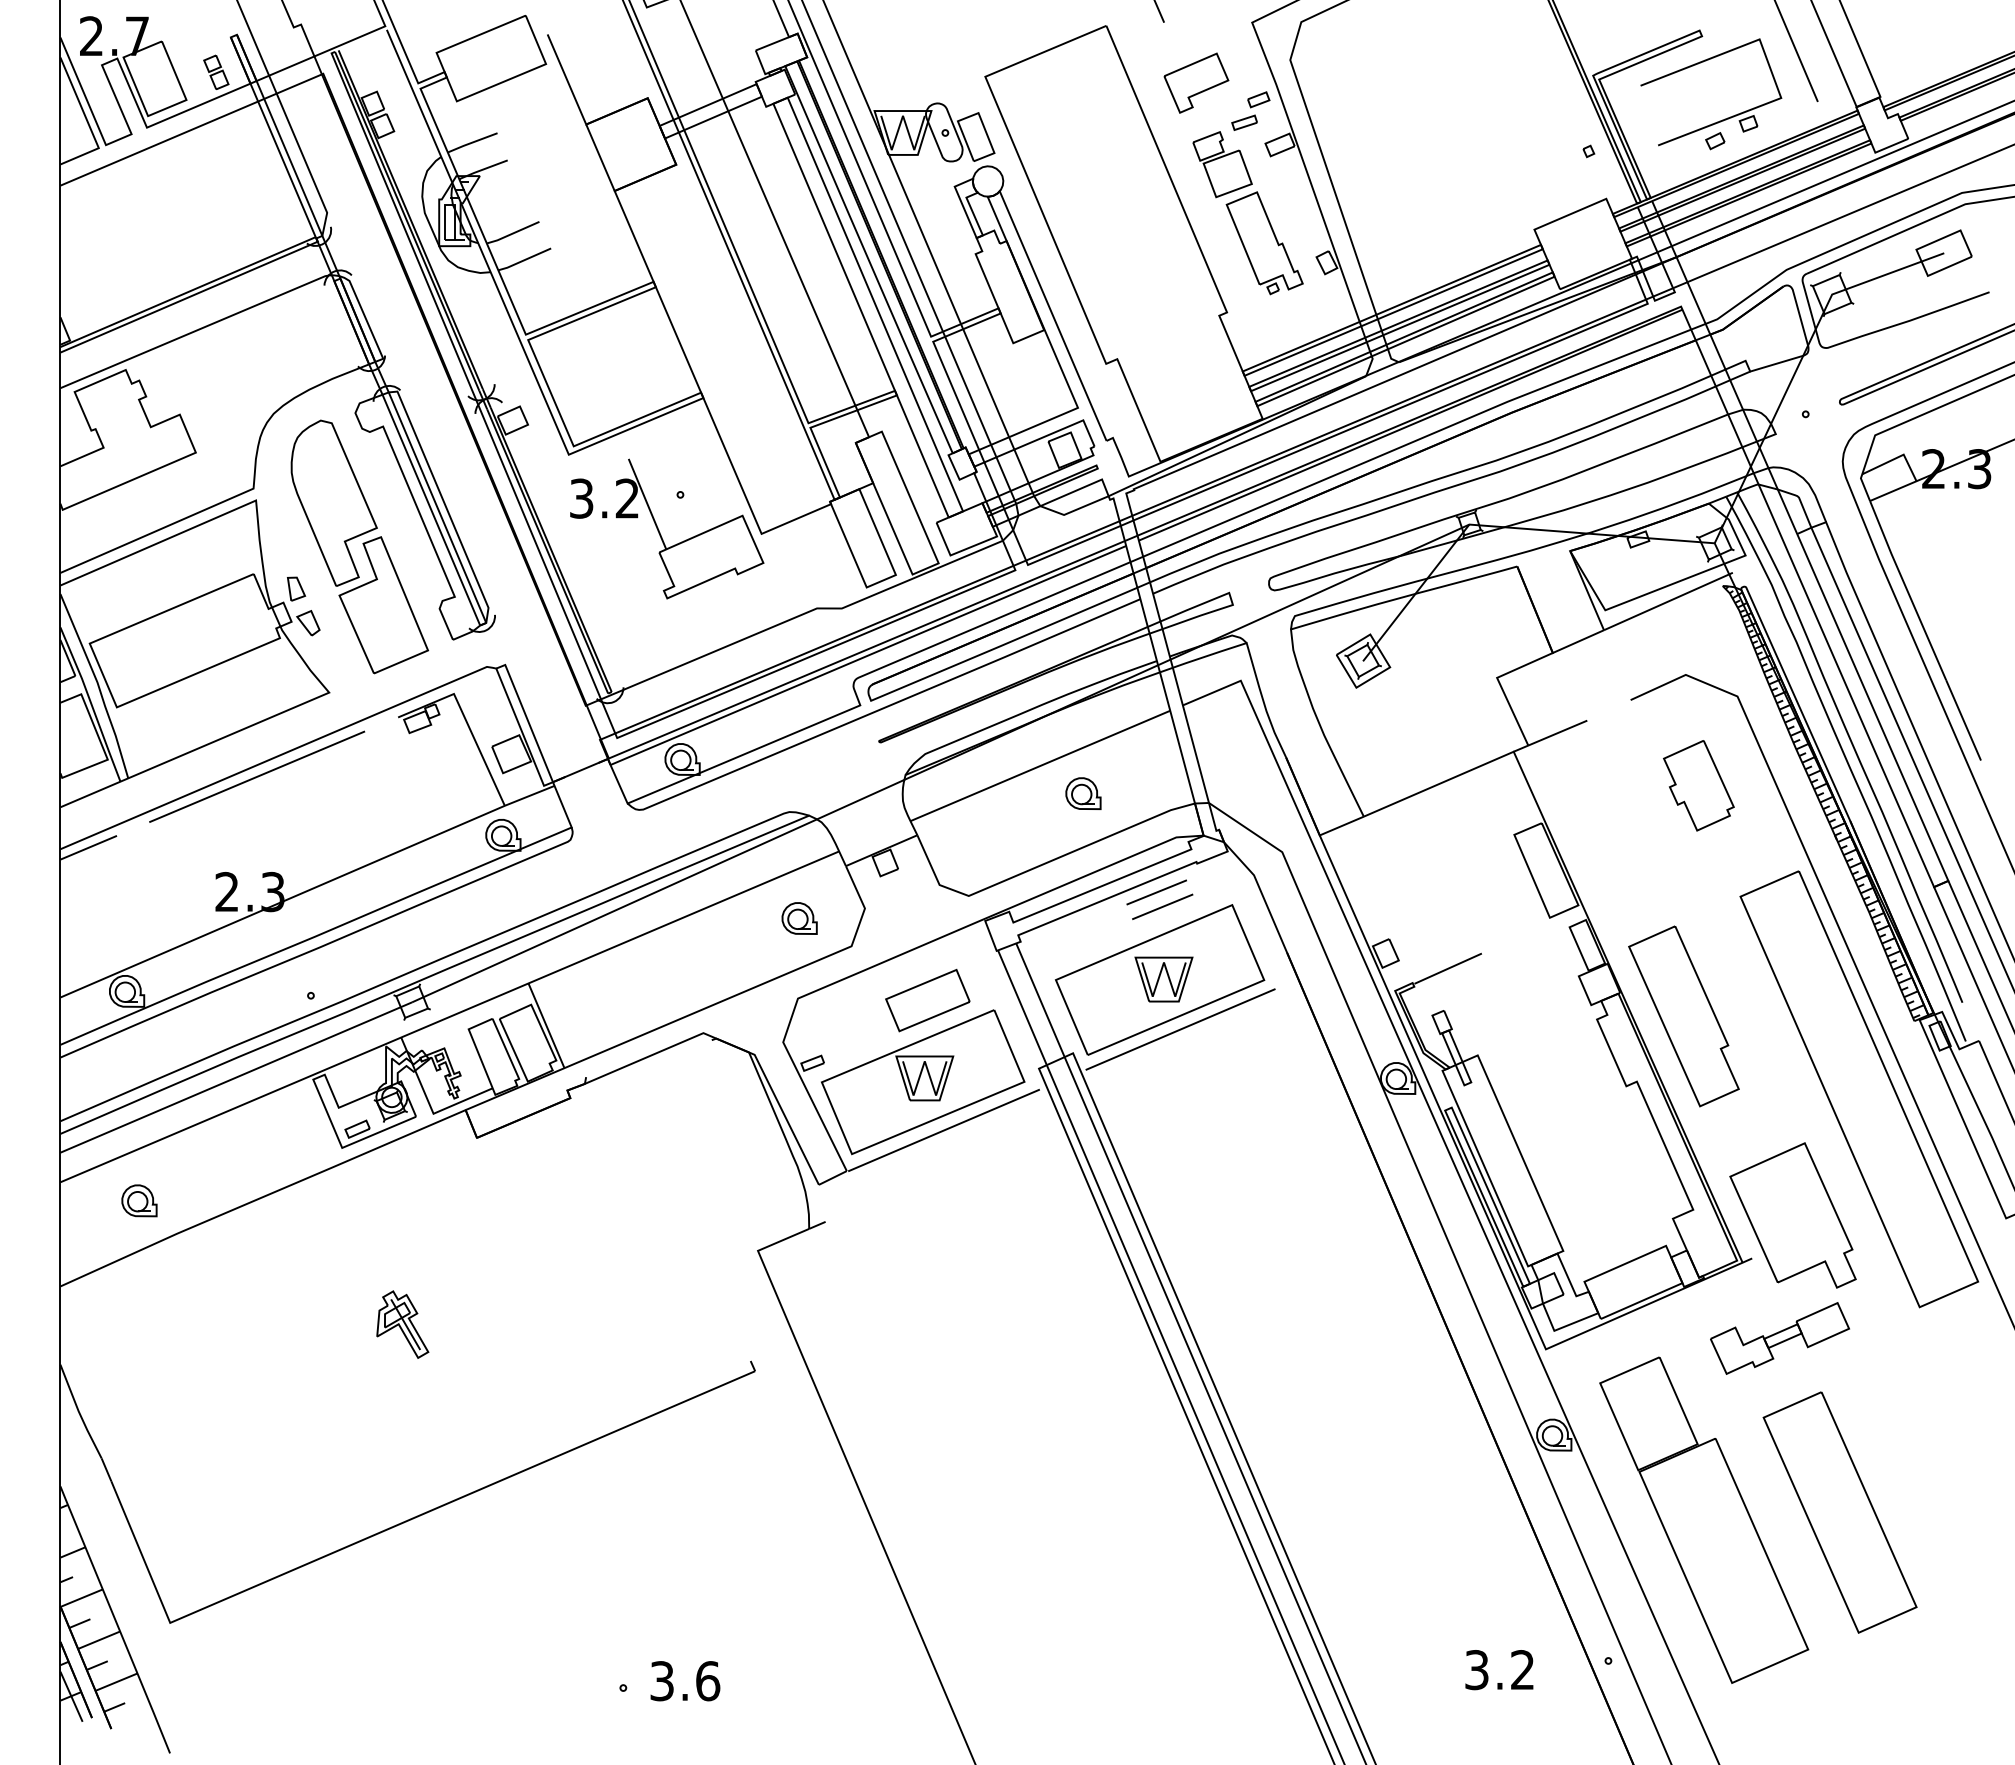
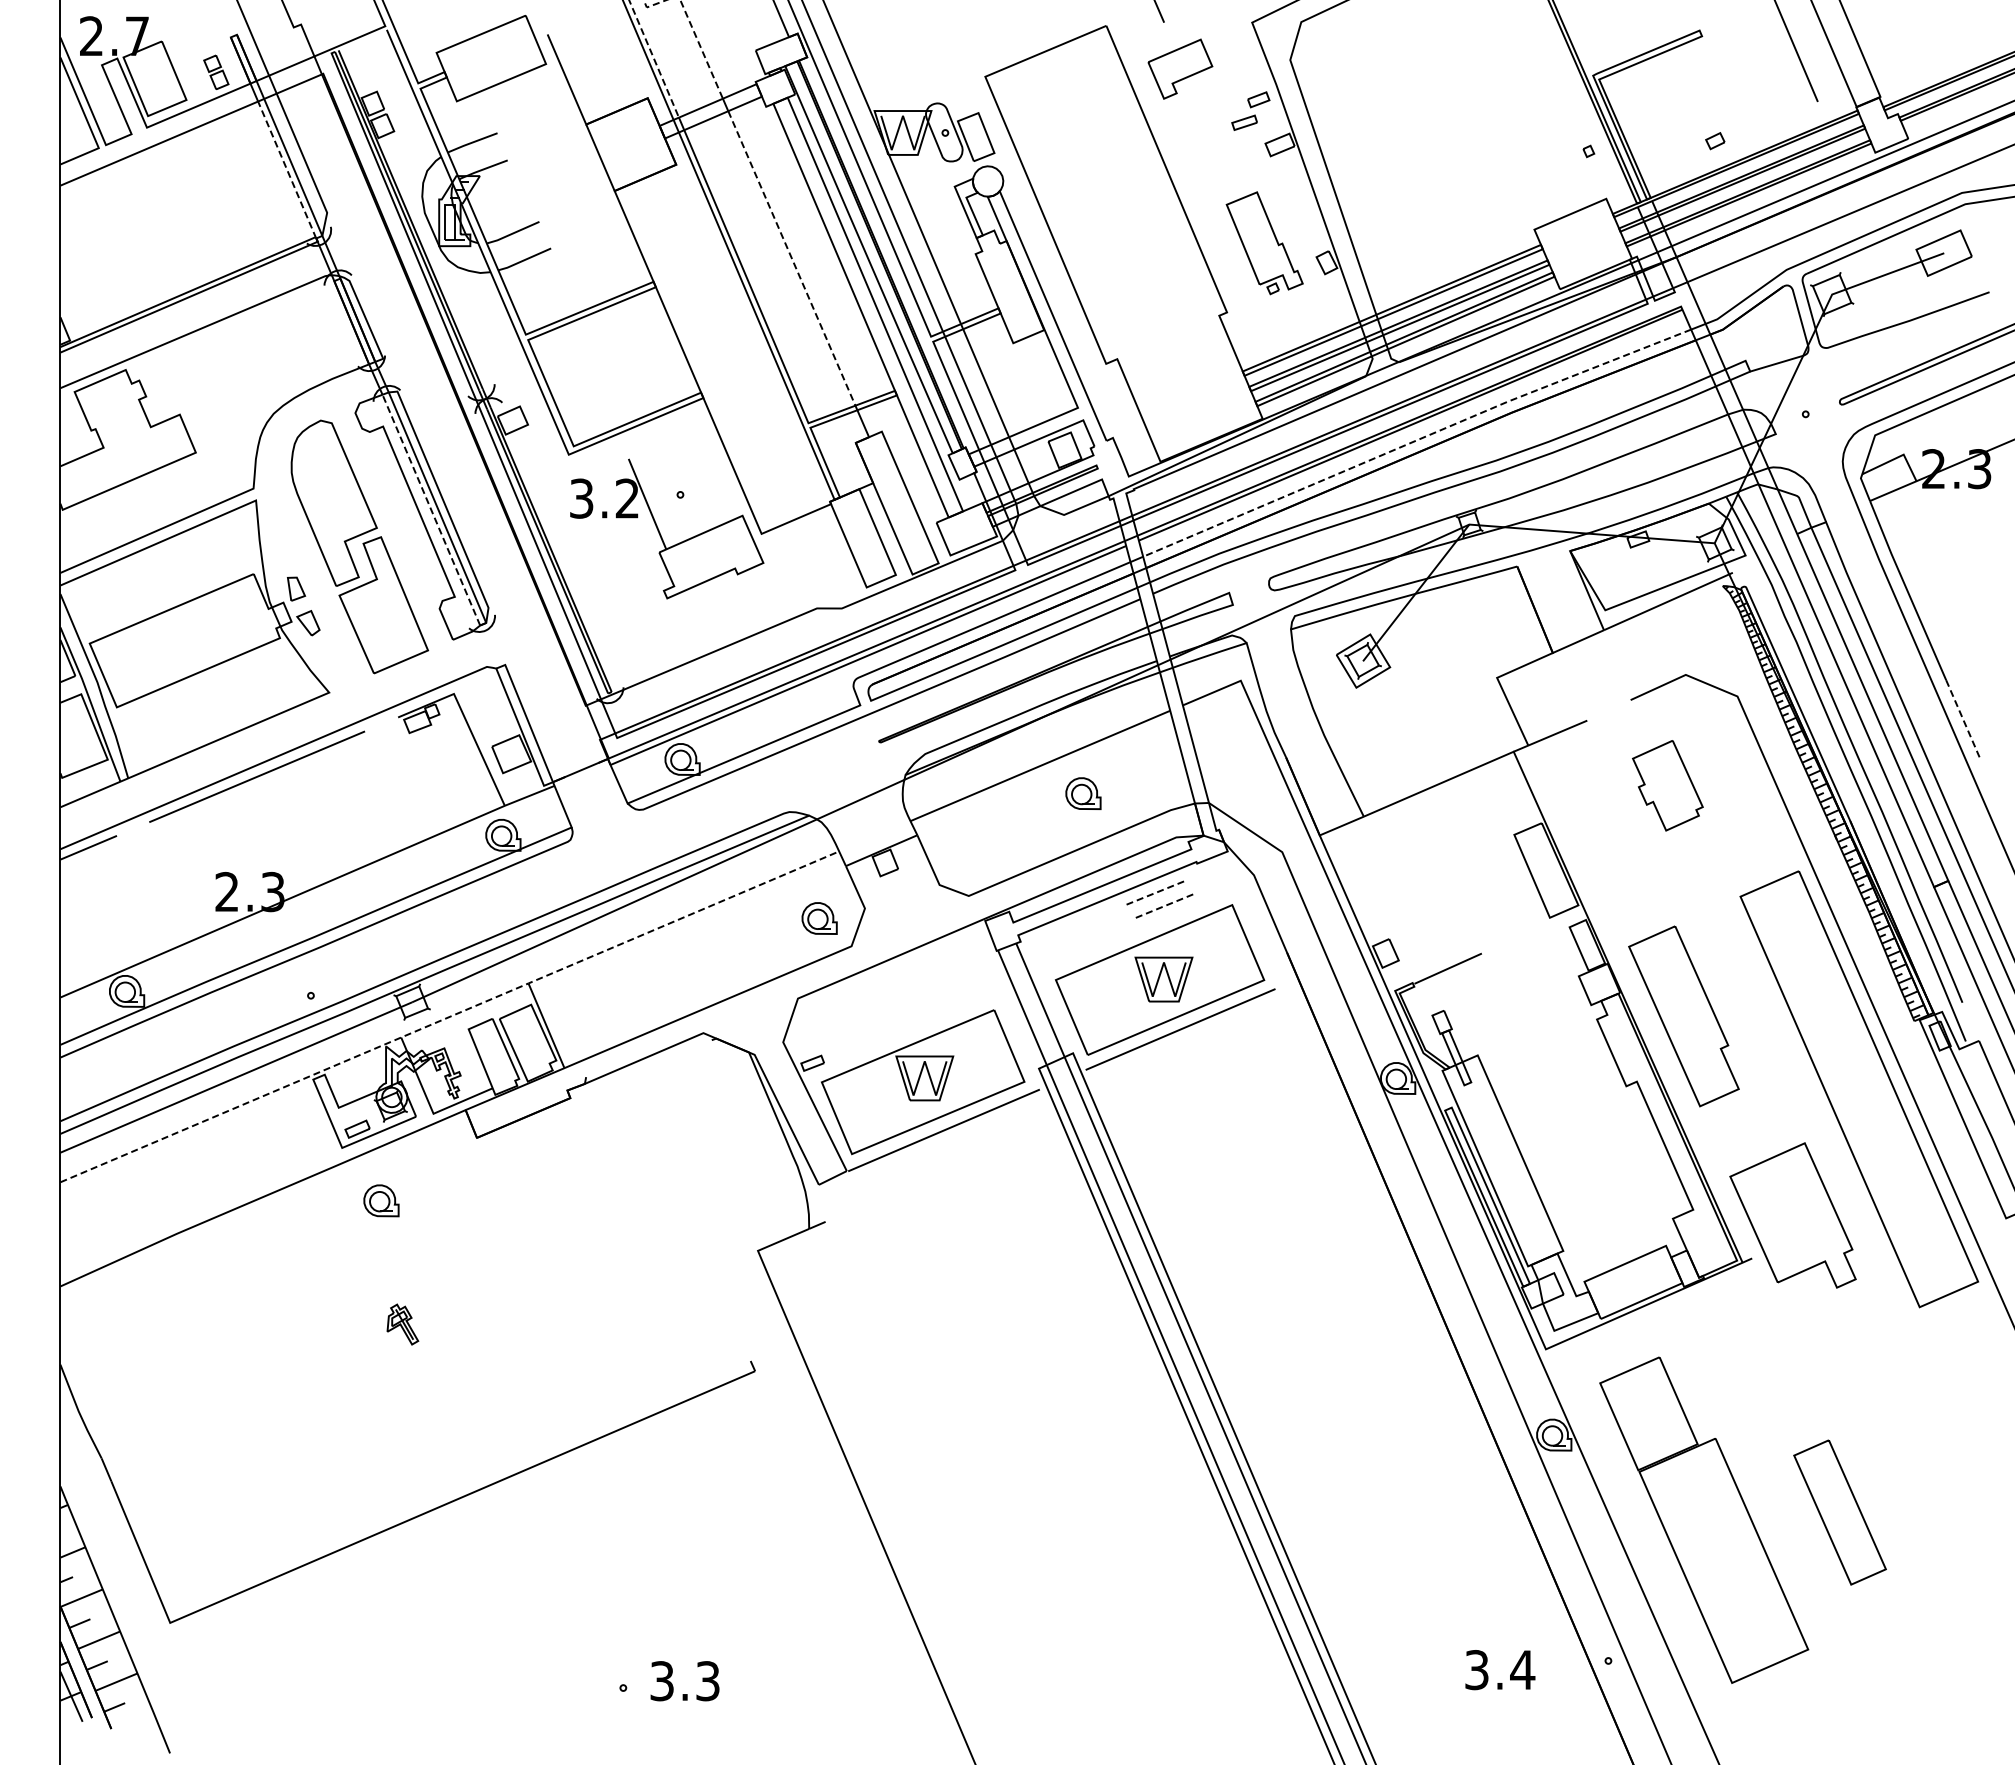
line at (695, 35): solid -> dashed
line at (654, 58): solid -> dashed
part at (1196, 82) position: (1196, 82) -> (1180, 68)
part at (1719, 120): present -> none
part at (1222, 164): present -> none
line at (287, 170): solid -> dashed
line at (792, 258): solid -> dashed
line at (1417, 440): solid -> dashed
line at (431, 509): solid -> dashed
line at (1963, 720): solid -> dashed
part at (1698, 785) position: (1698, 785) -> (1667, 785)
line at (1156, 892): solid -> dashed
line at (1162, 906): solid -> dashed
part at (799, 918) position: (799, 918) -> (819, 918)
part at (927, 1000): present -> none
line at (449, 1016): solid -> dashed
part at (139, 1200) position: (139, 1200) -> (381, 1200)
part at (402, 1324) size: 54x69 px -> 34x43 px
part at (1779, 1338): present -> none
part at (1839, 1512) size: 156x243 px -> 94x147 px
text at (1522, 1669): 3.2 -> 3.4
text at (708, 1681): 3.6 -> 3.3
